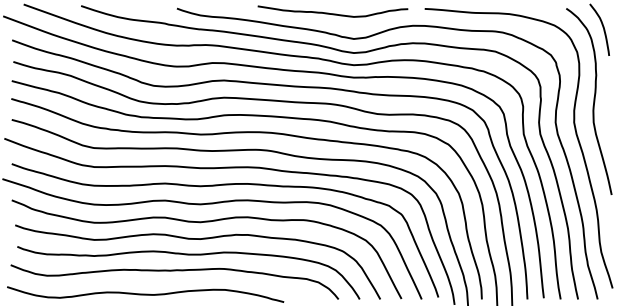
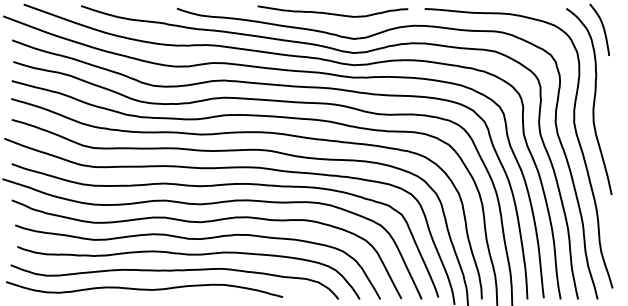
curve at (145, 294) position: (145, 294) -> (144, 289)
